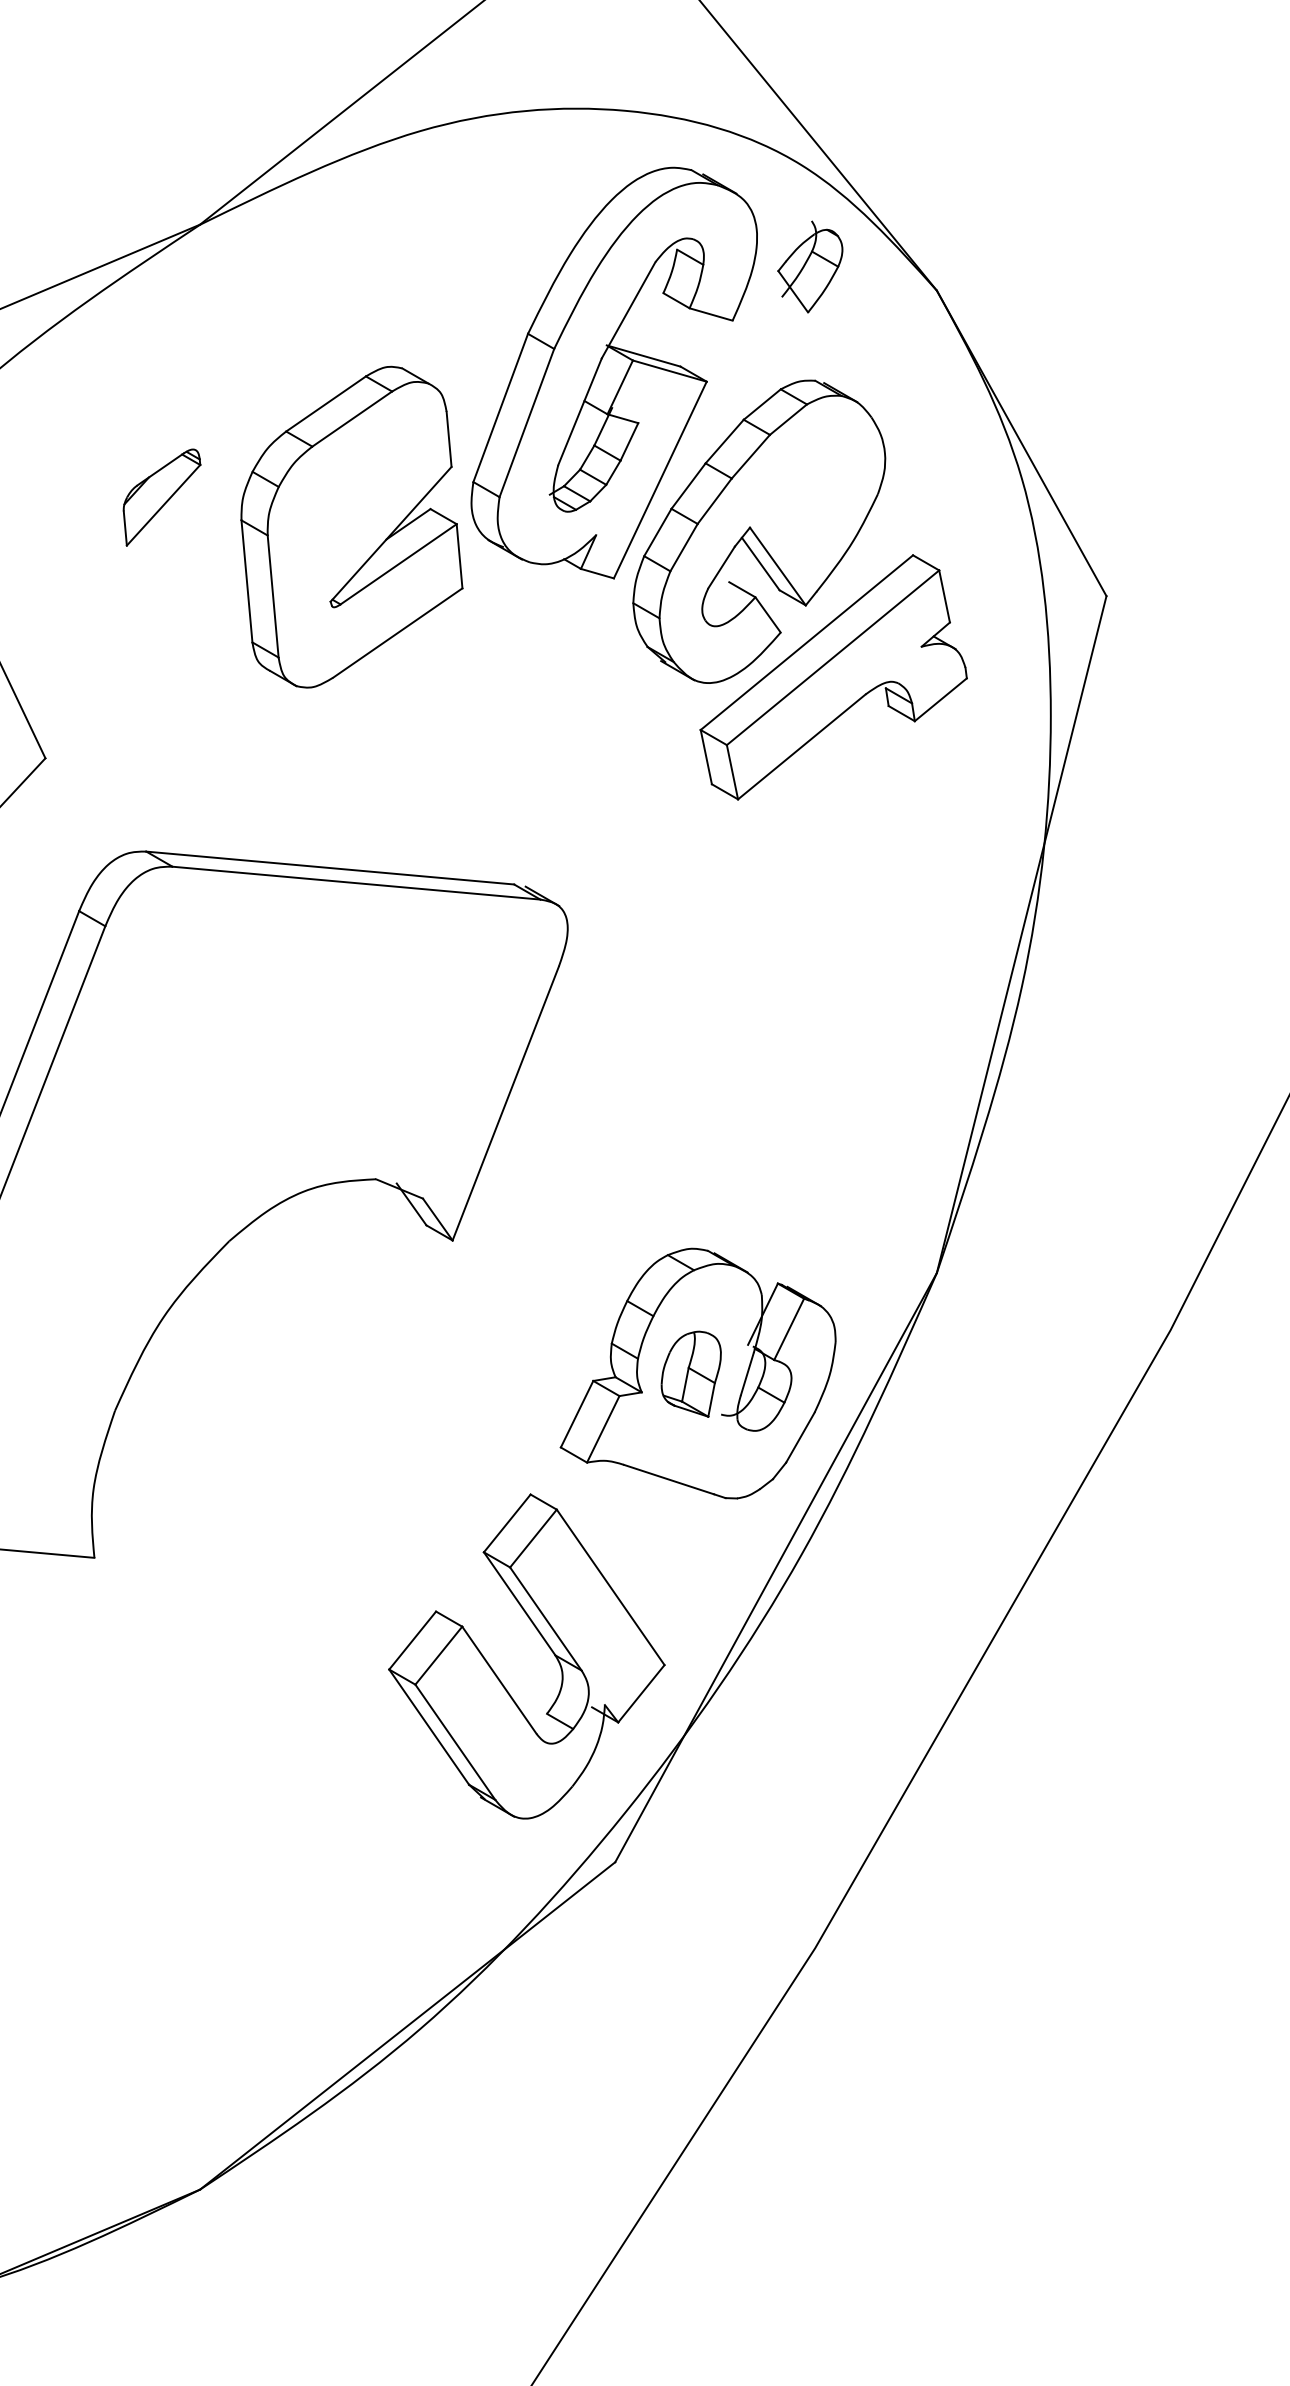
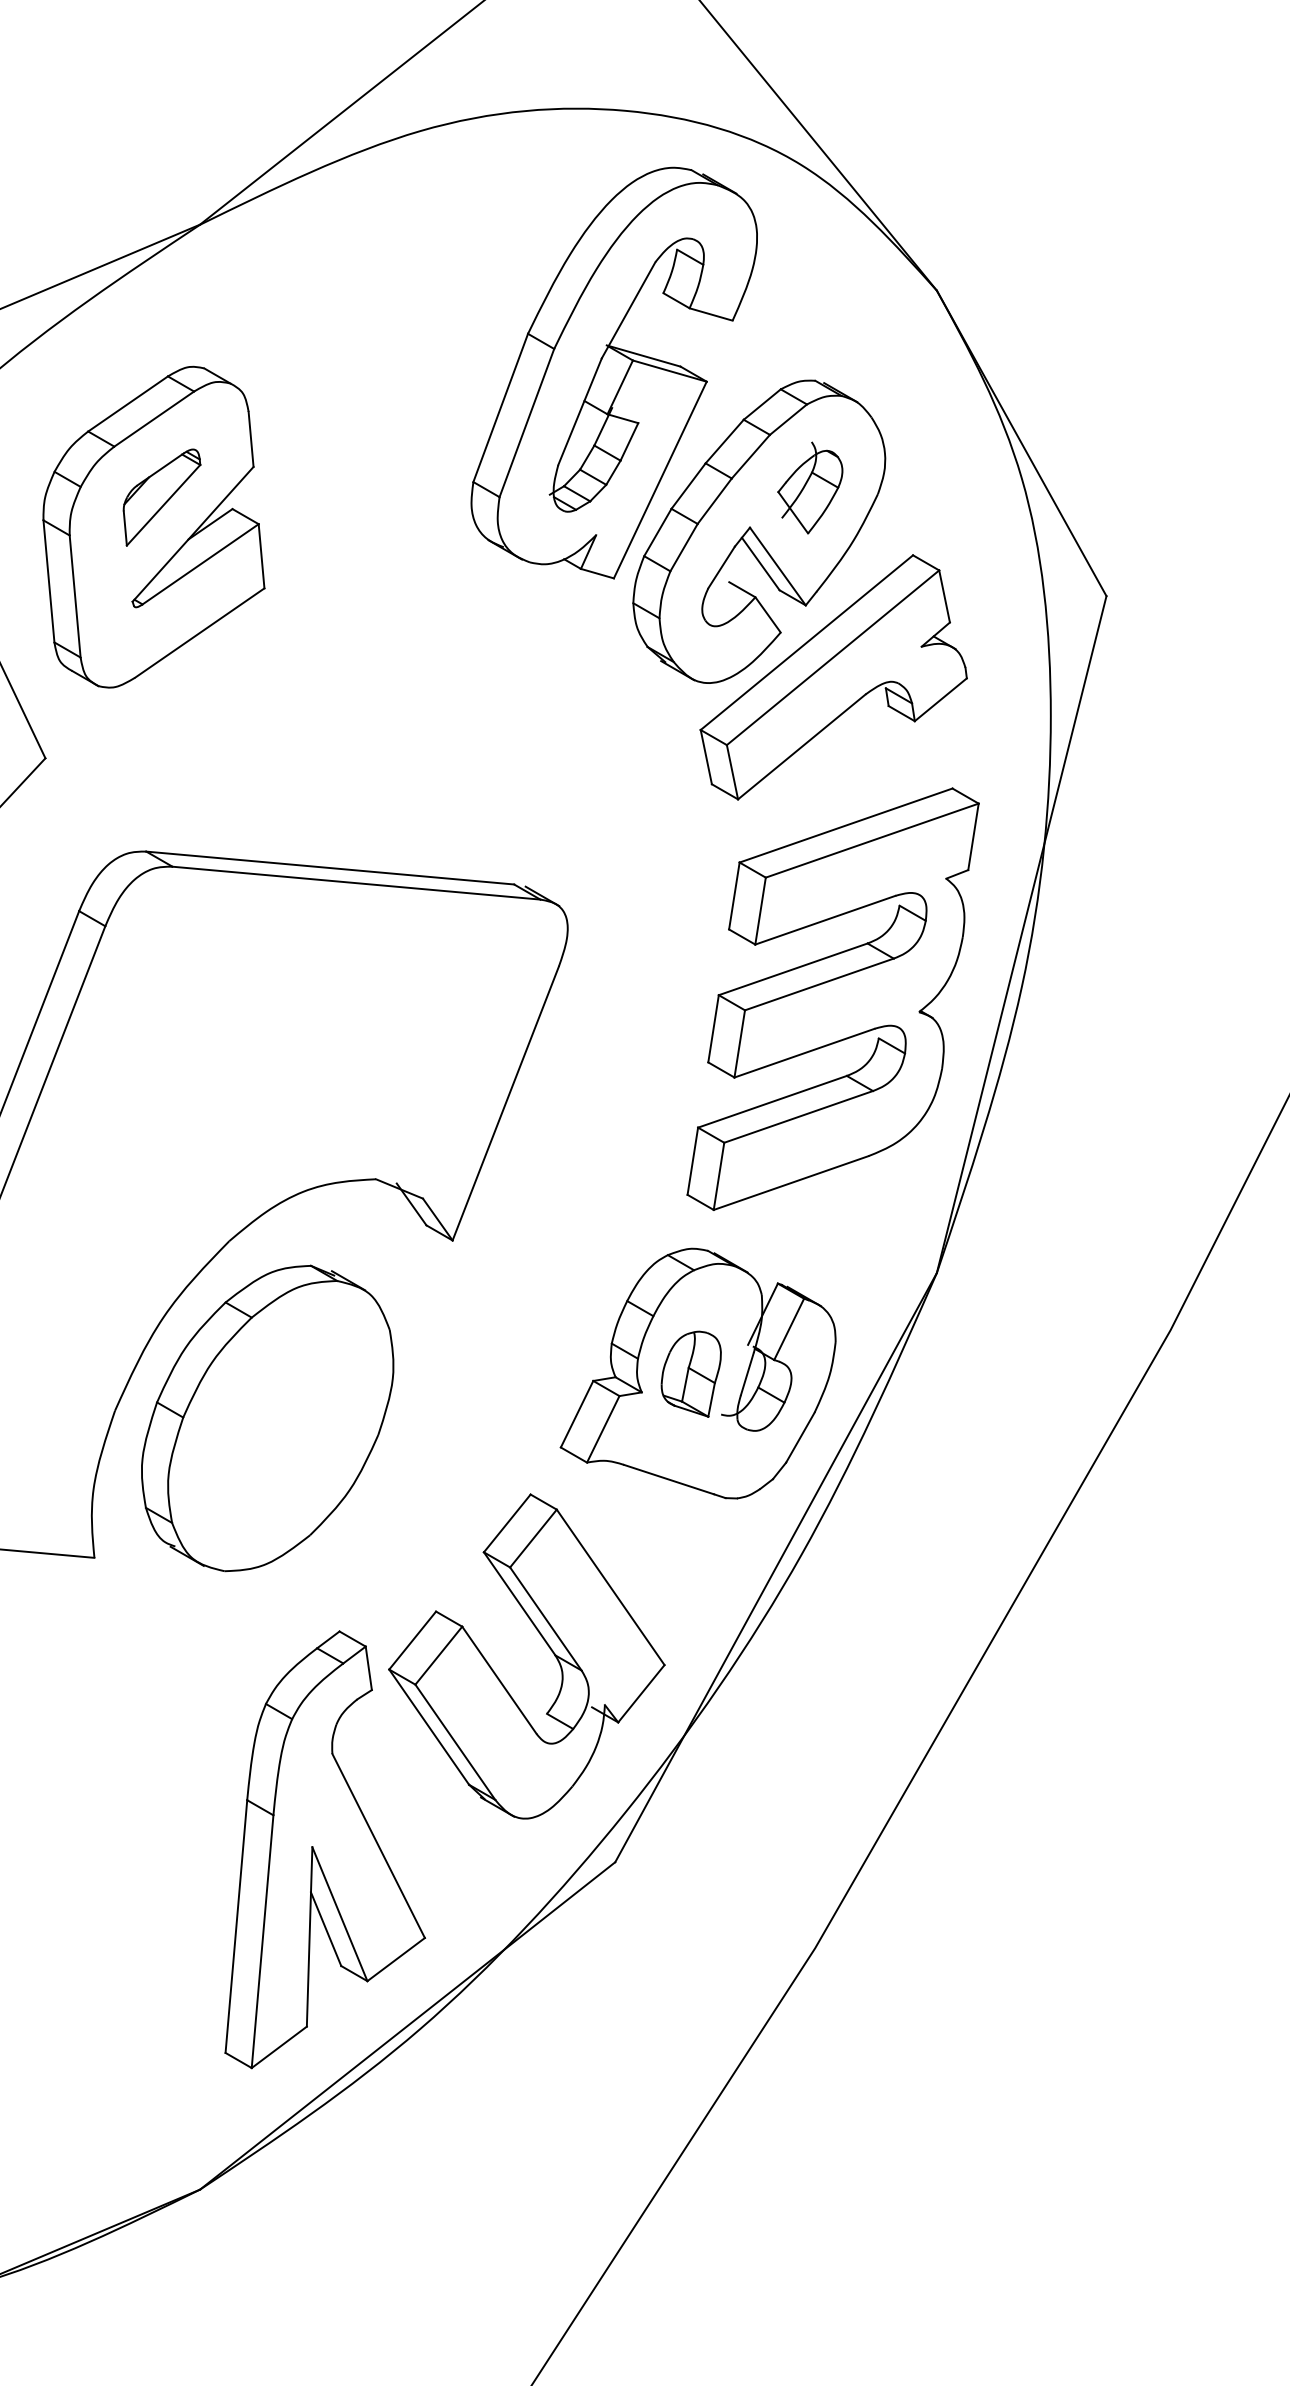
part at (810, 266) position: (810, 266) -> (810, 487)
part at (351, 526) position: (351, 526) -> (153, 526)
part at (832, 998): none -> present
part at (267, 1418): none -> present
part at (324, 1849): none -> present
